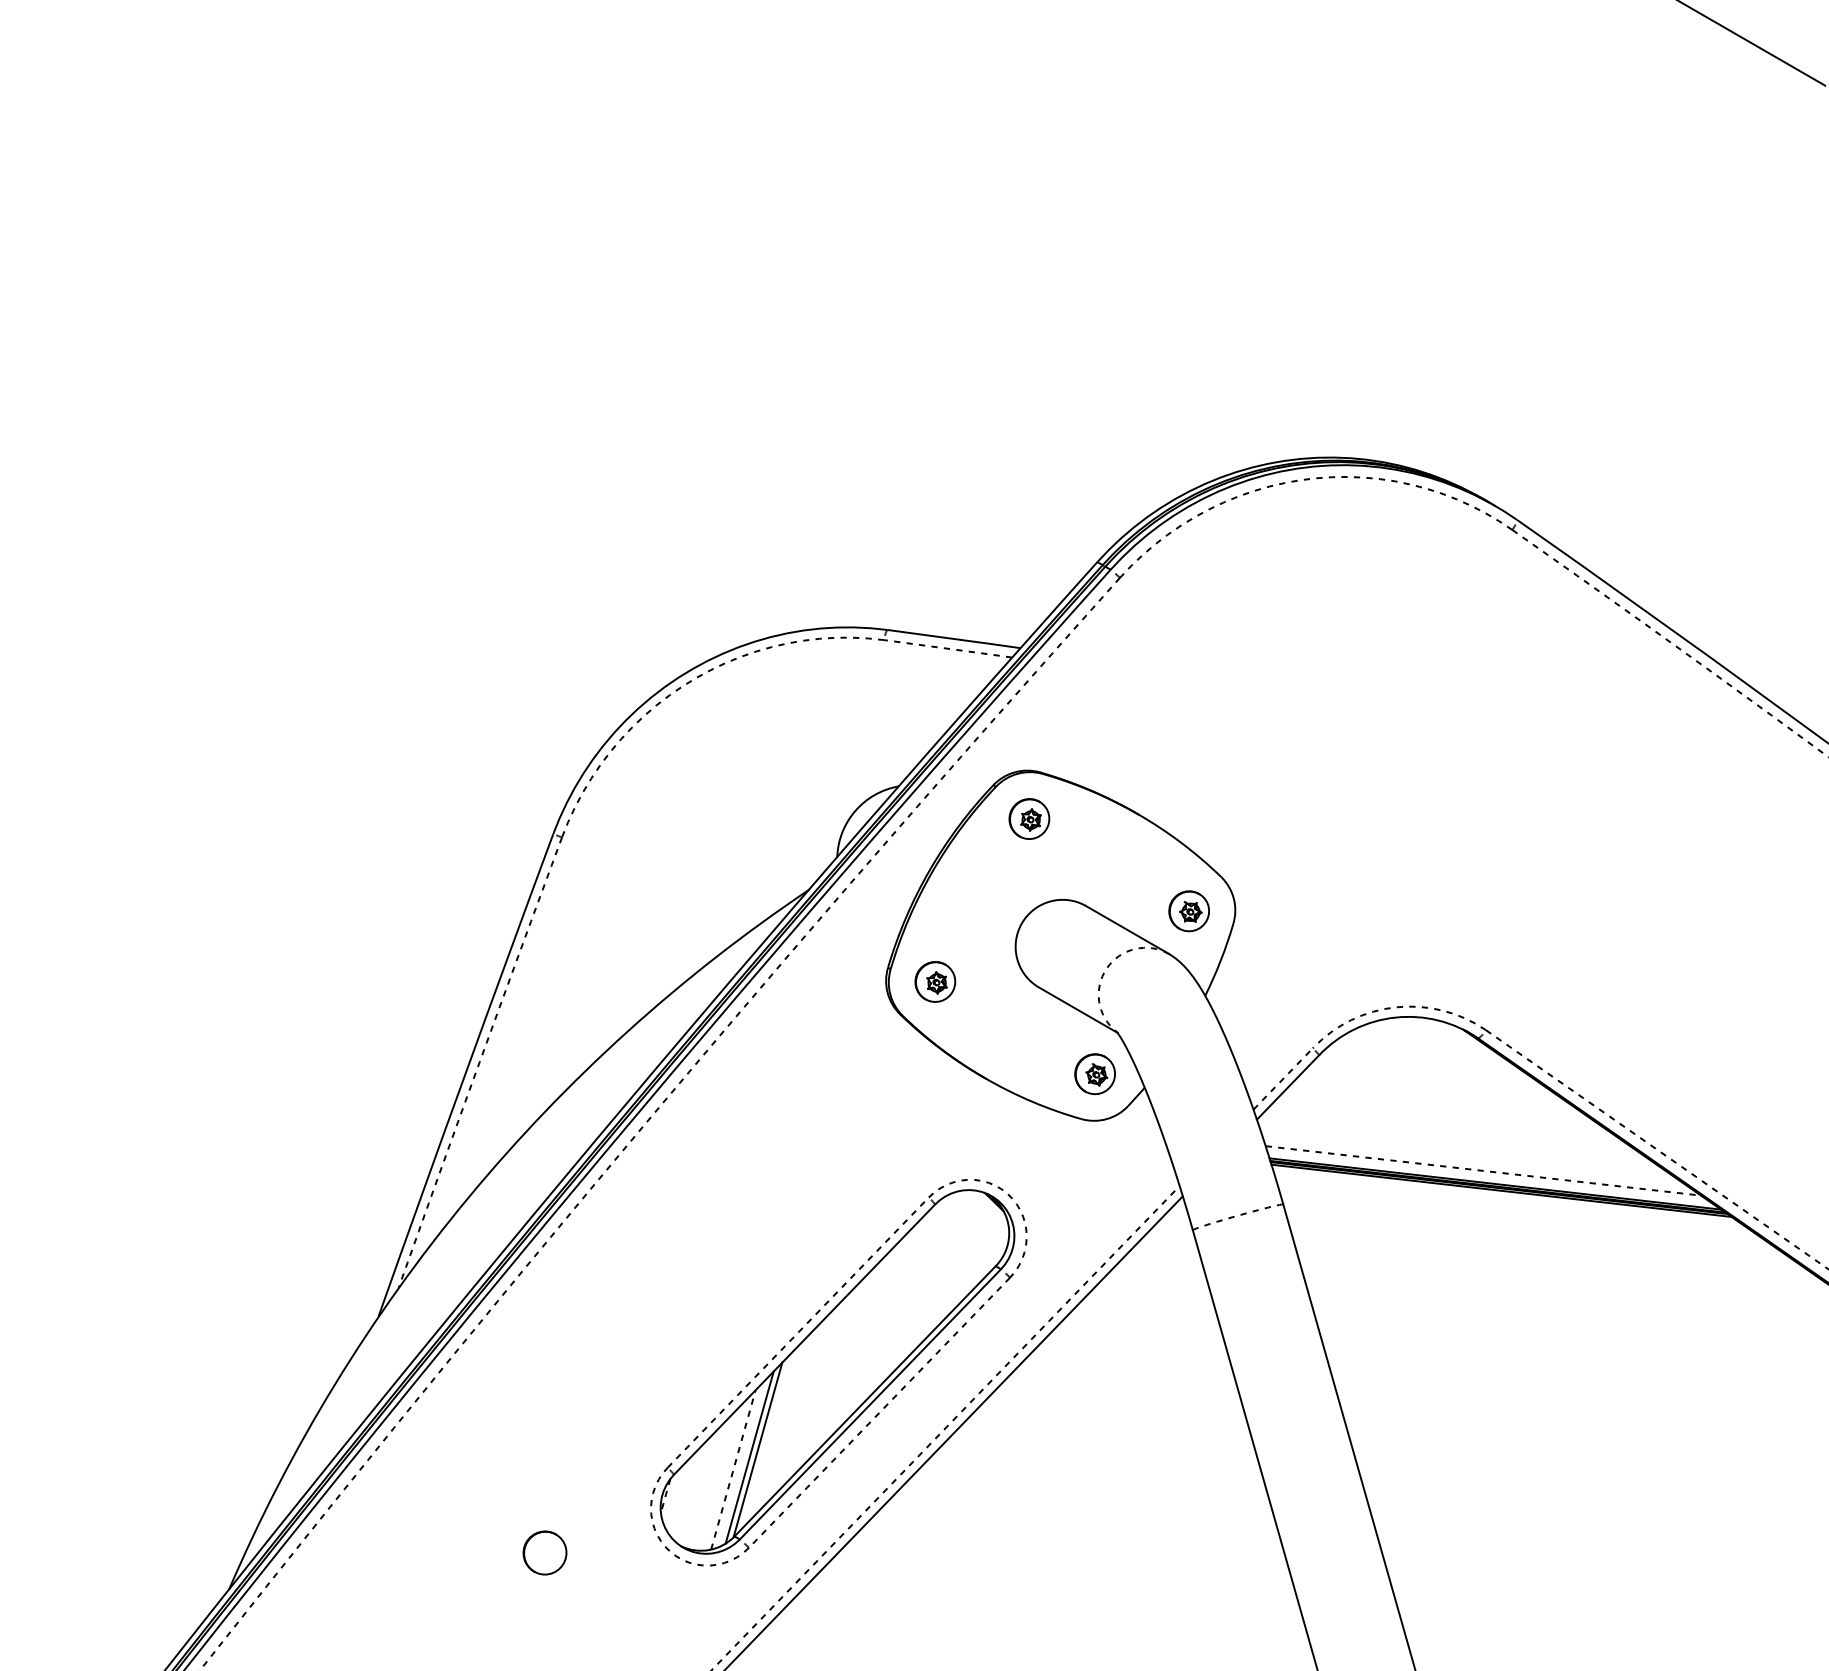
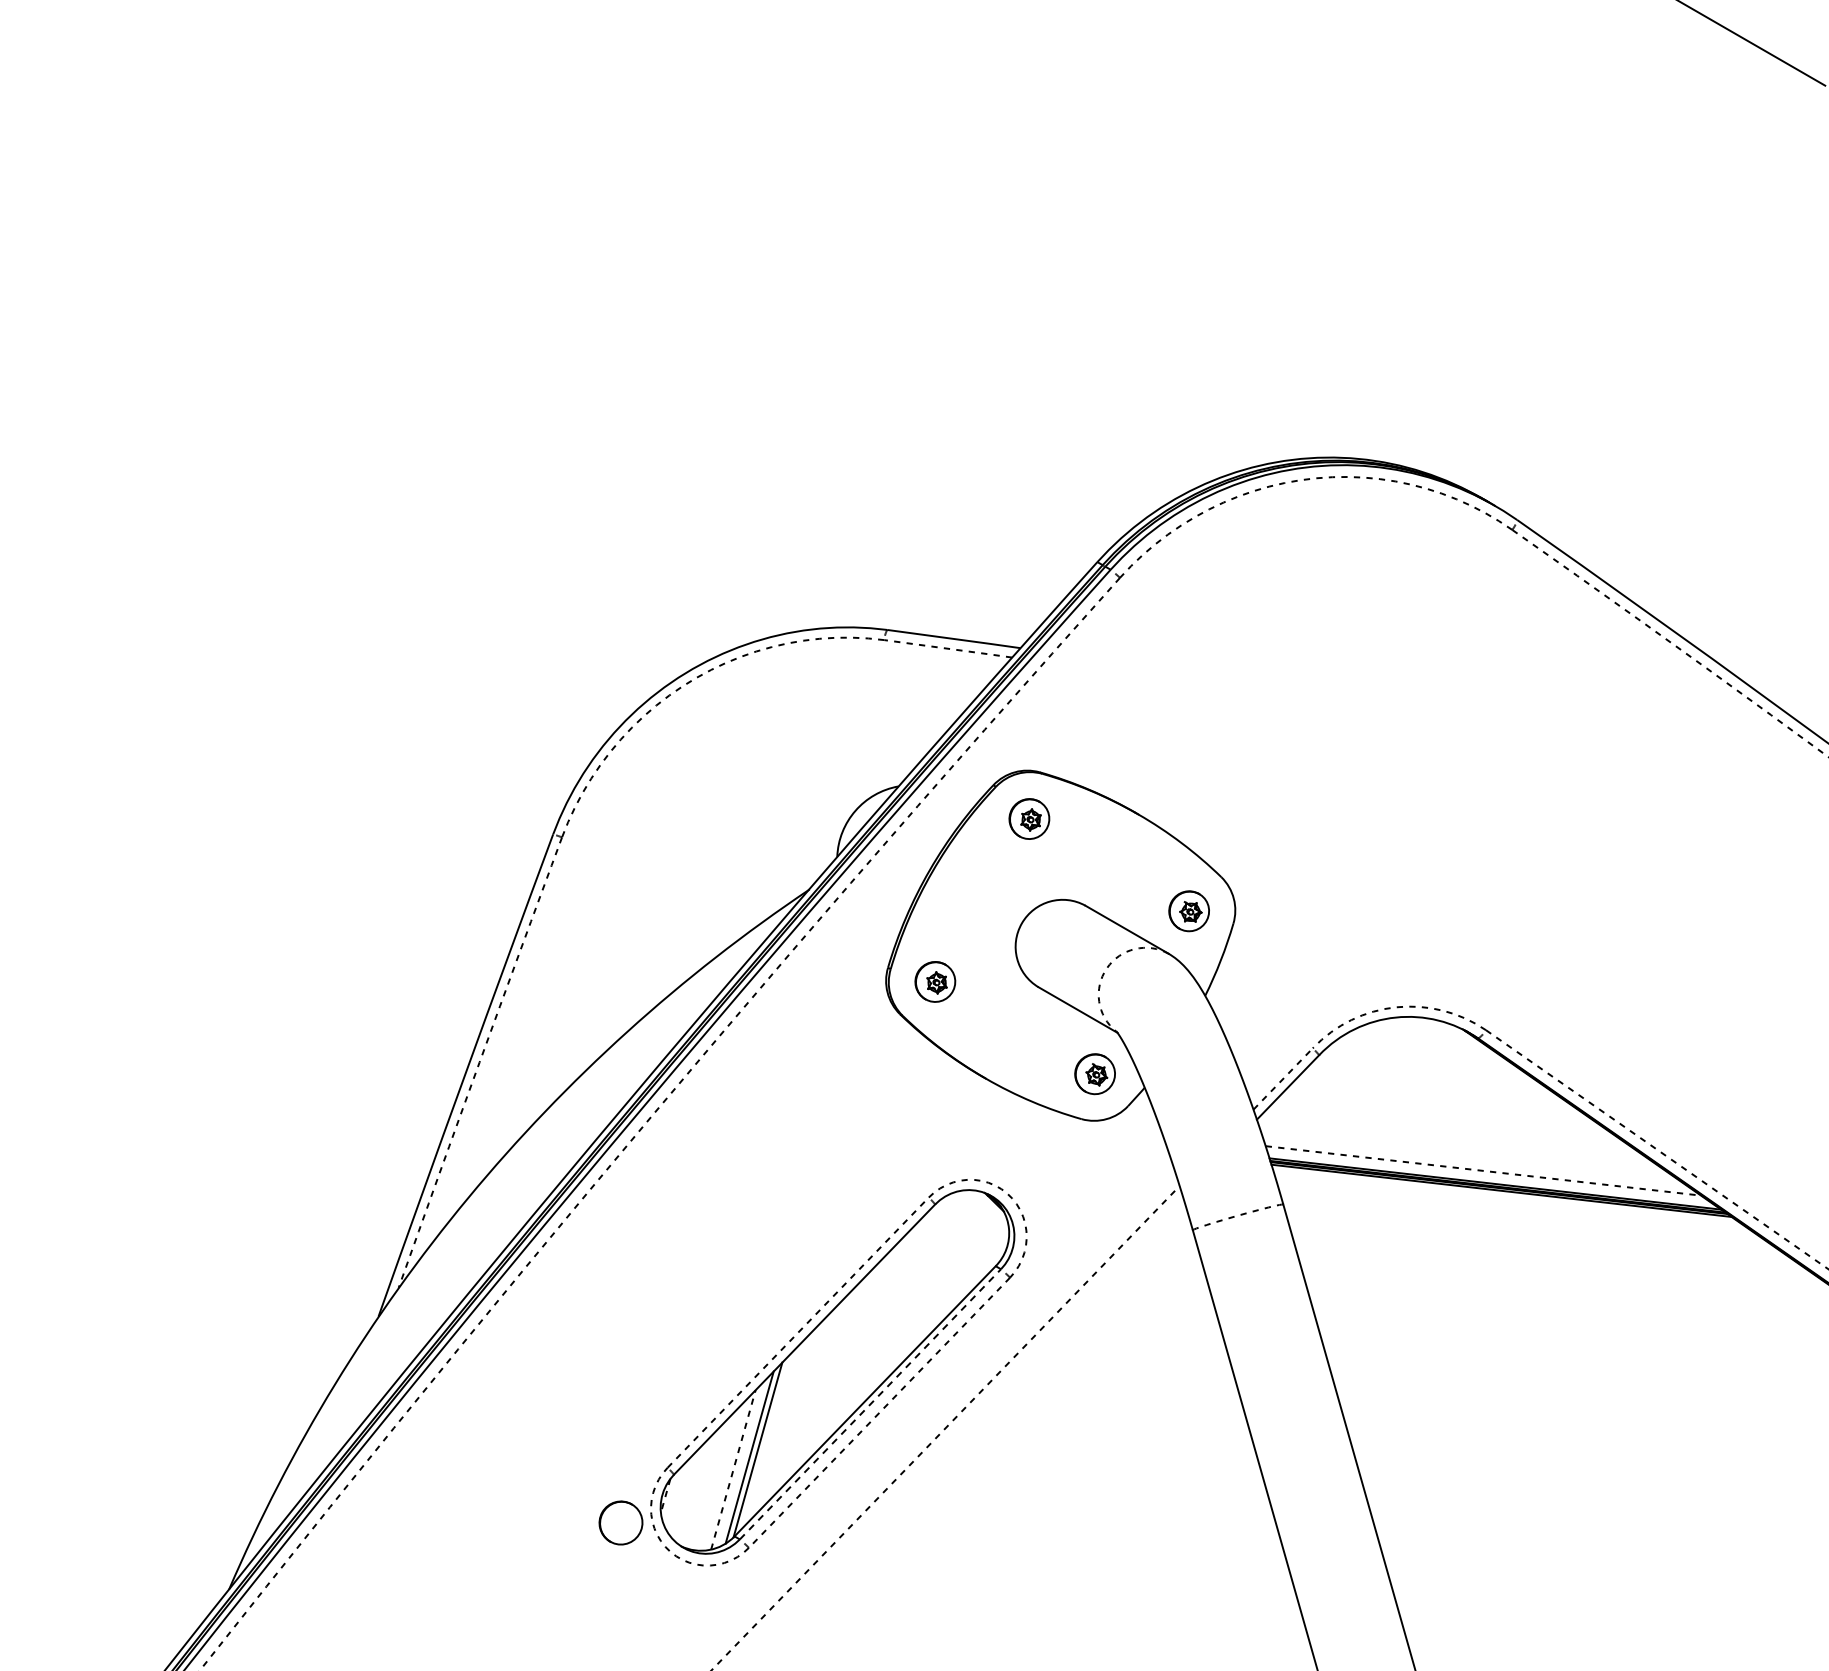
line at (870, 1404): solid -> dashed
line at (954, 1431): present -> none
part at (544, 1552) position: (544, 1552) -> (620, 1522)
